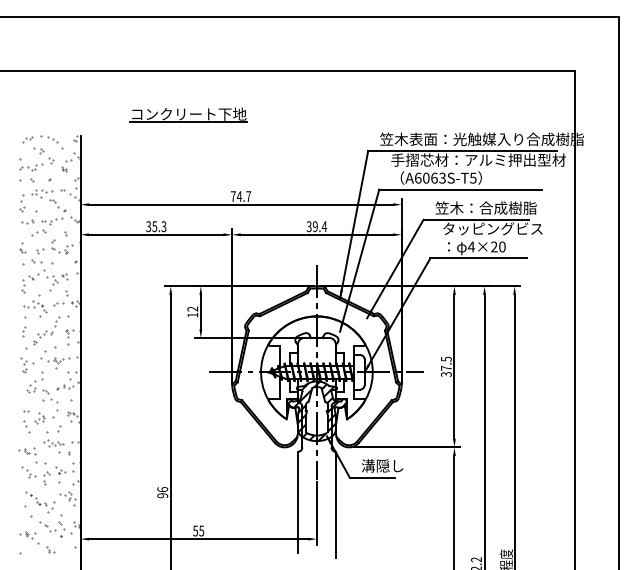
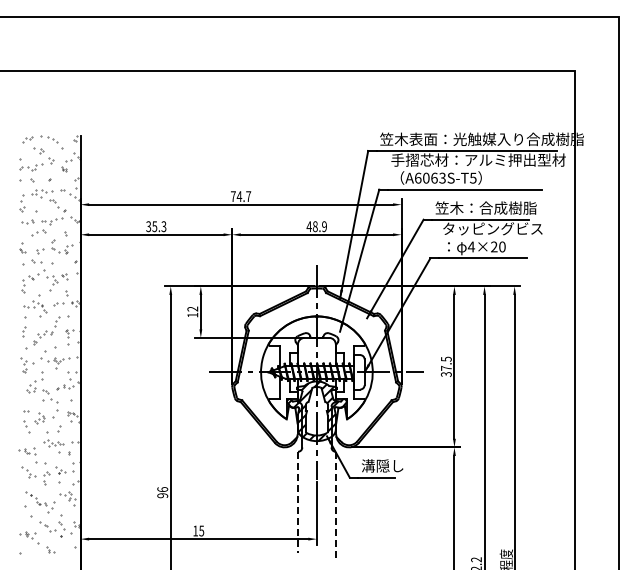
part at (188, 114): present -> none
text at (316, 226): 39.4 -> 48.9
line at (298, 502): solid -> dashed
line at (335, 504): solid -> dashed
text at (195, 530): 55 -> 15
